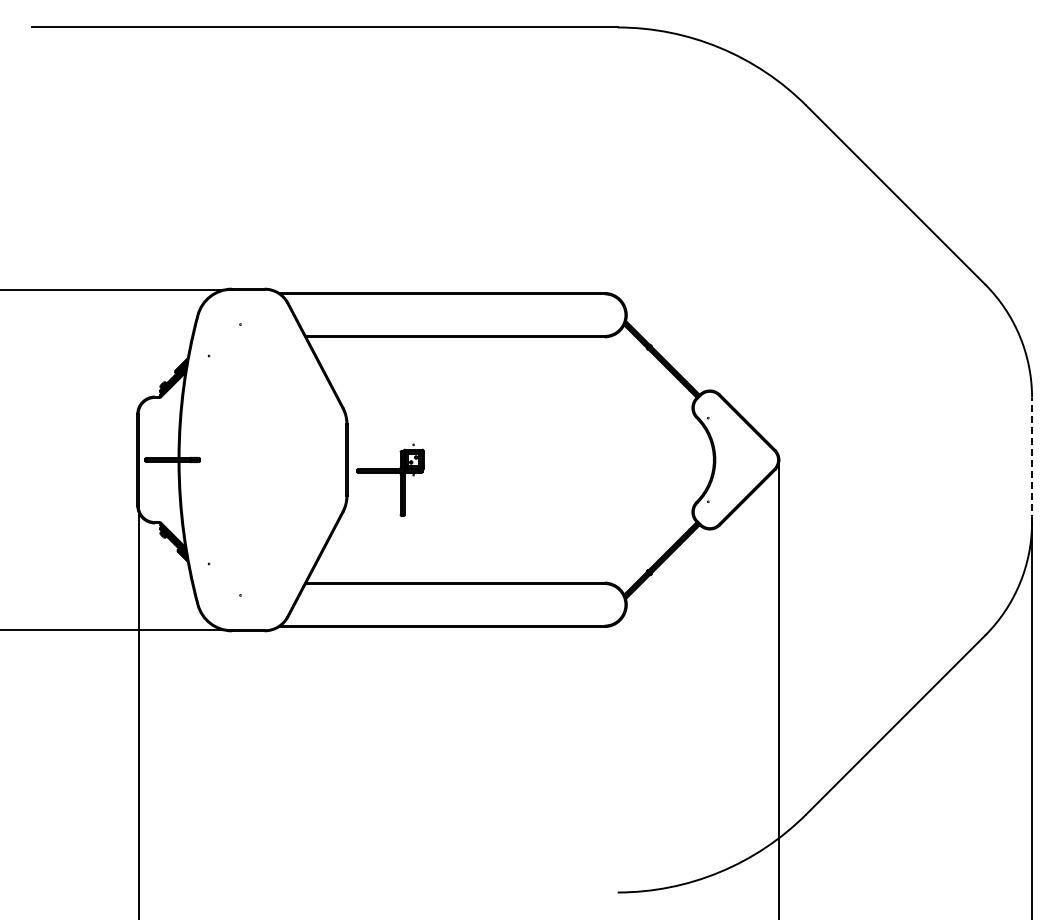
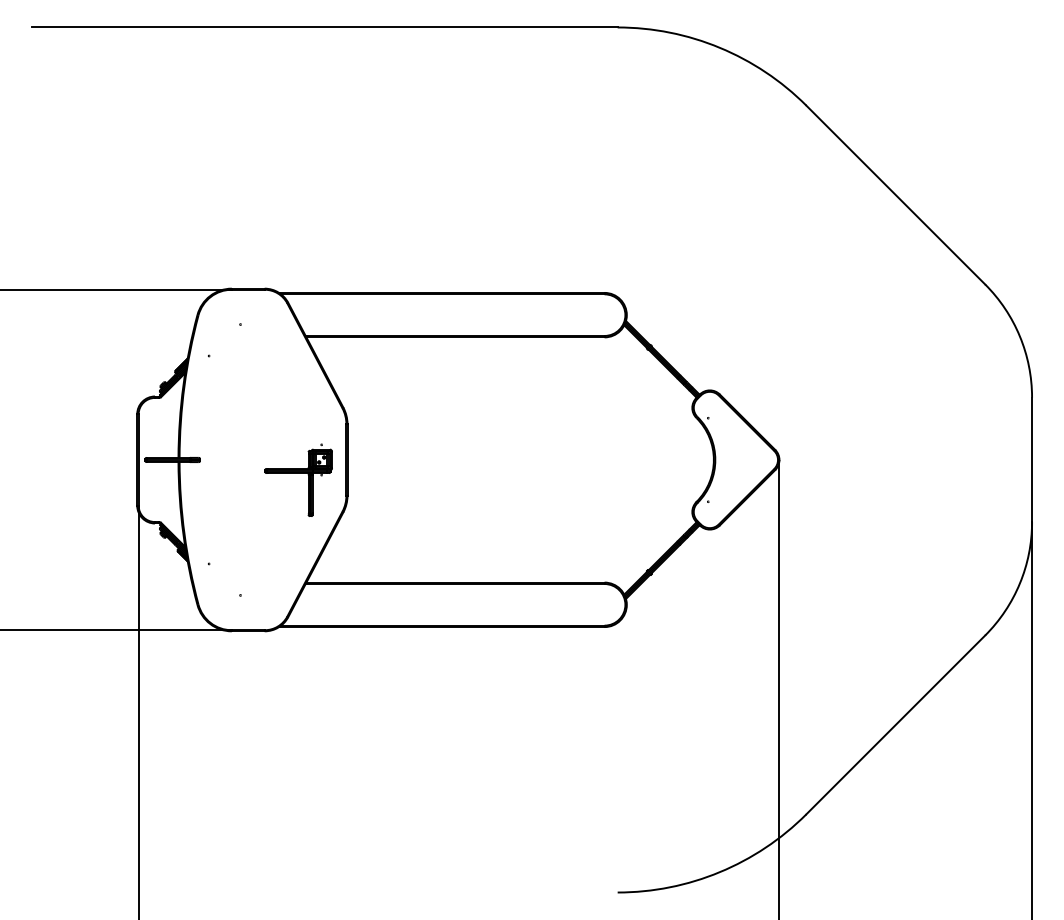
line at (1032, 459): dashed -> solid
part at (390, 479) position: (390, 479) -> (298, 479)
